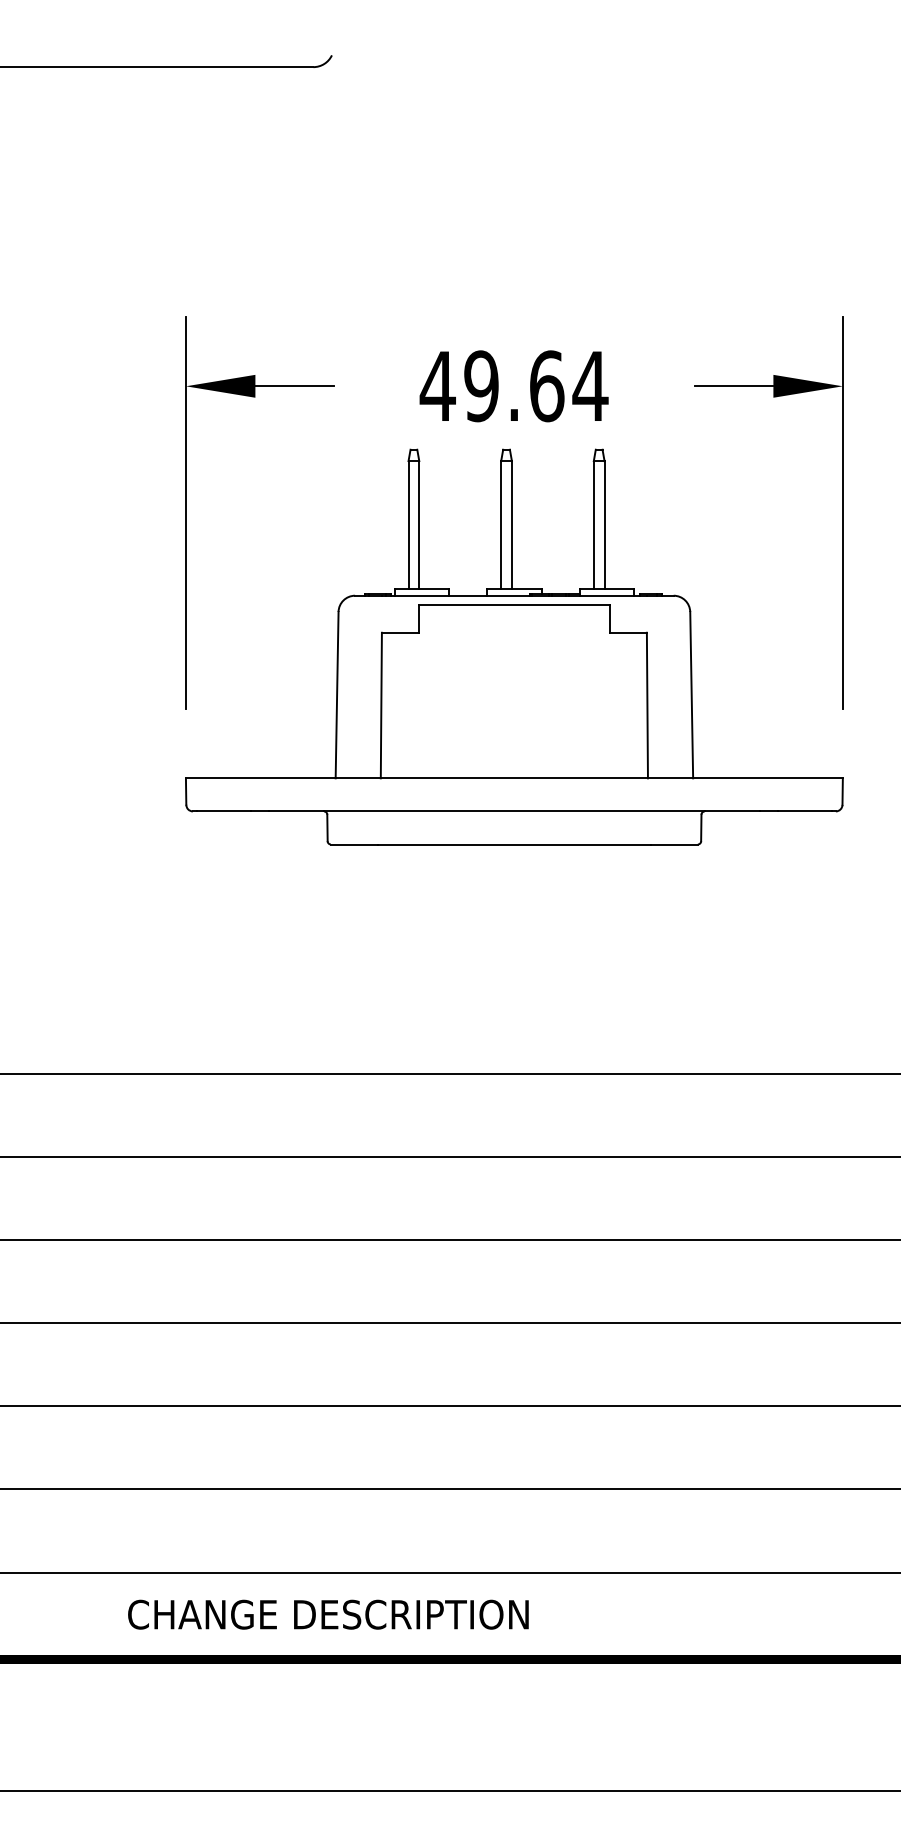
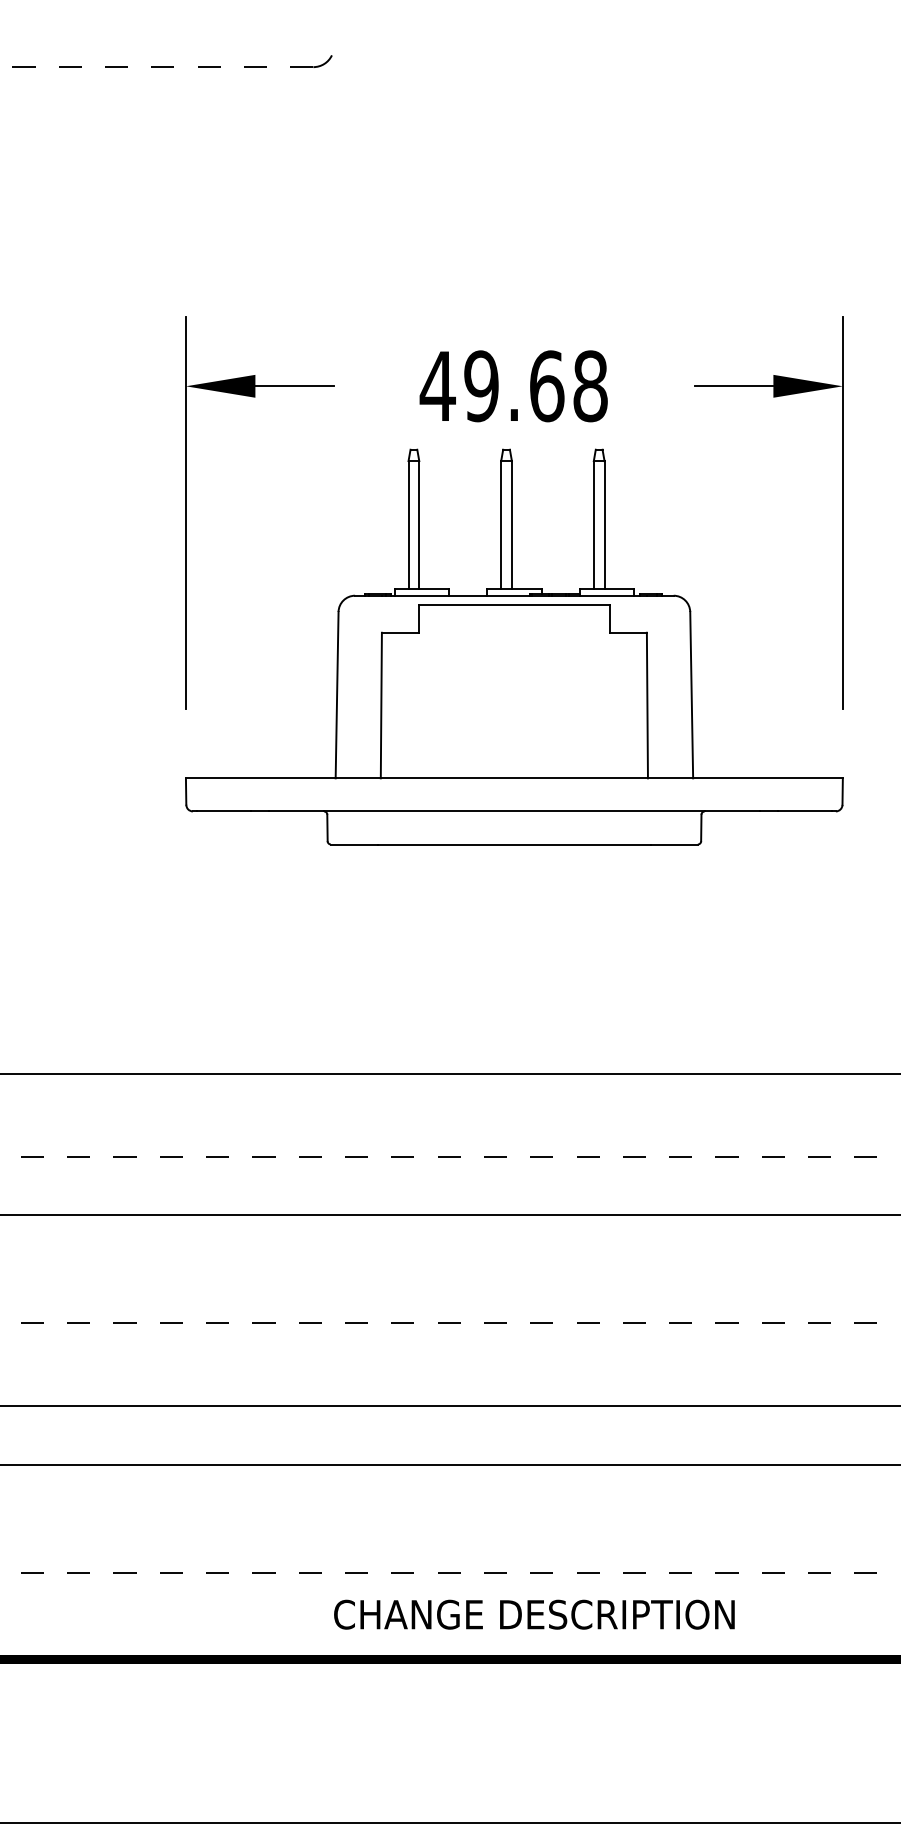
line at (156, 67): solid -> dashed
text at (590, 386): 49.64 -> 49.68
line at (451, 1156): solid -> dashed
line at (449, 1239) position: (449, 1239) -> (449, 1214)
line at (451, 1323): solid -> dashed
line at (449, 1489) position: (449, 1489) -> (449, 1465)
line at (451, 1572): solid -> dashed
text at (328, 1614) position: (328, 1614) -> (534, 1614)
line at (449, 1790) position: (449, 1790) -> (449, 1822)
